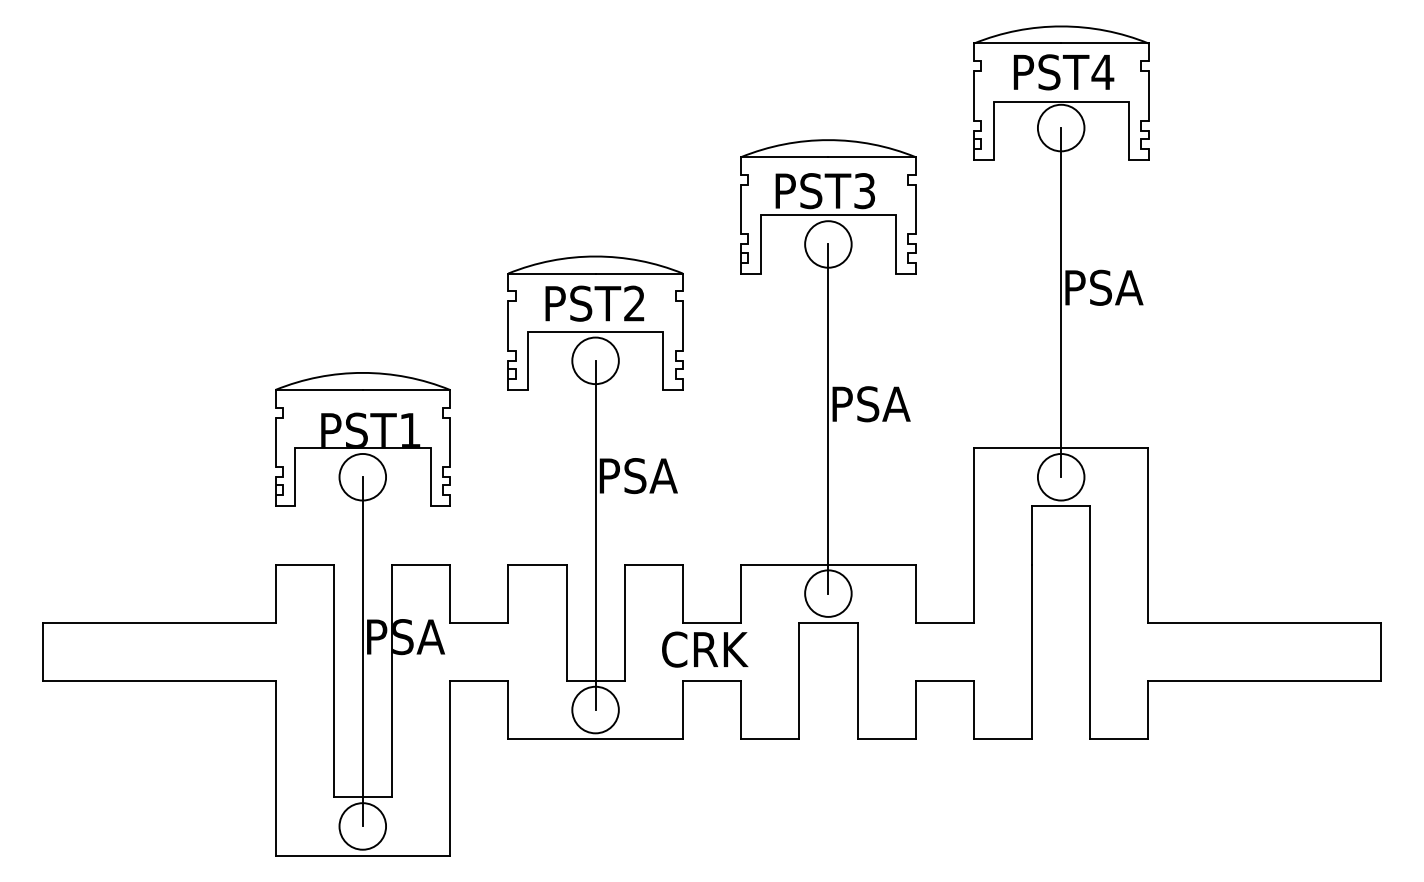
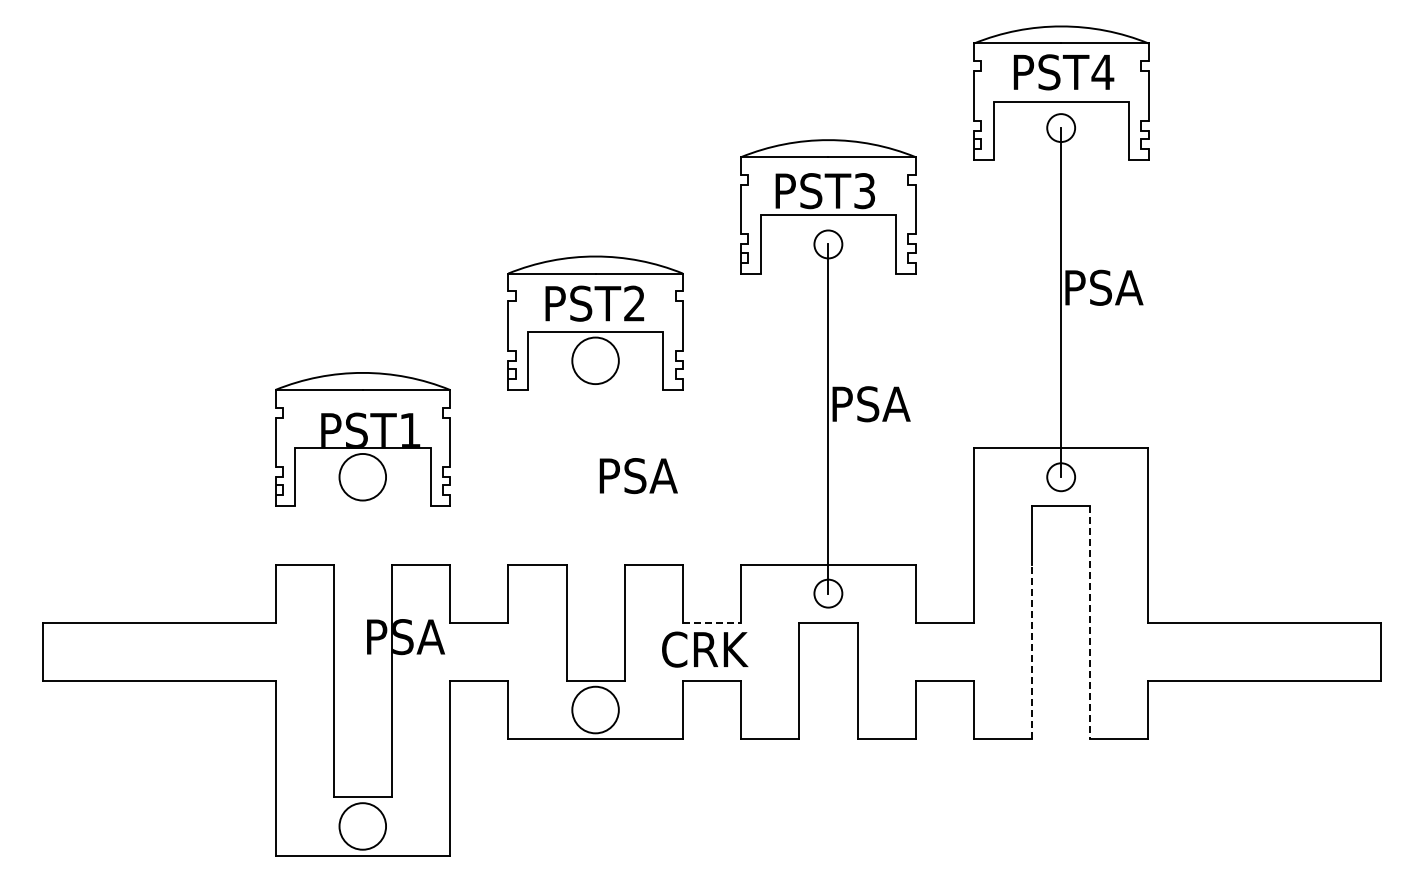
circle at (1060, 127) diameter: 47 px -> 28 px
circle at (828, 244) diameter: 47 px -> 28 px
circle at (1060, 476) diameter: 47 px -> 28 px
line at (595, 535): present -> none
circle at (828, 593) diameter: 47 px -> 28 px
line at (712, 622): solid -> dashed
line at (1090, 623): solid -> dashed
line at (362, 651): present -> none
line at (1032, 651): solid -> dashed
